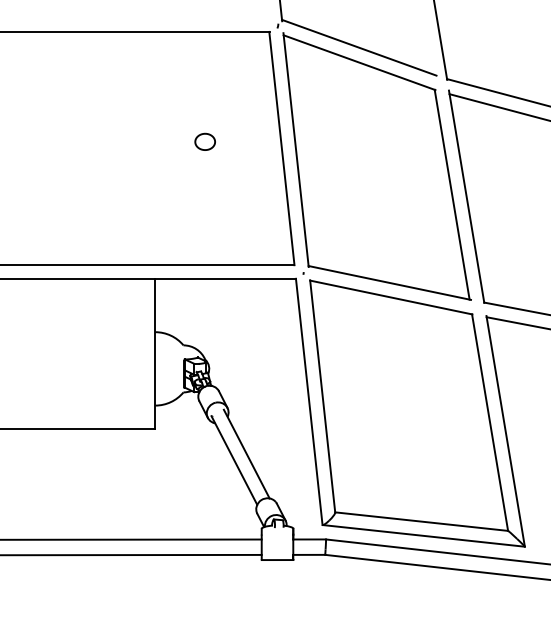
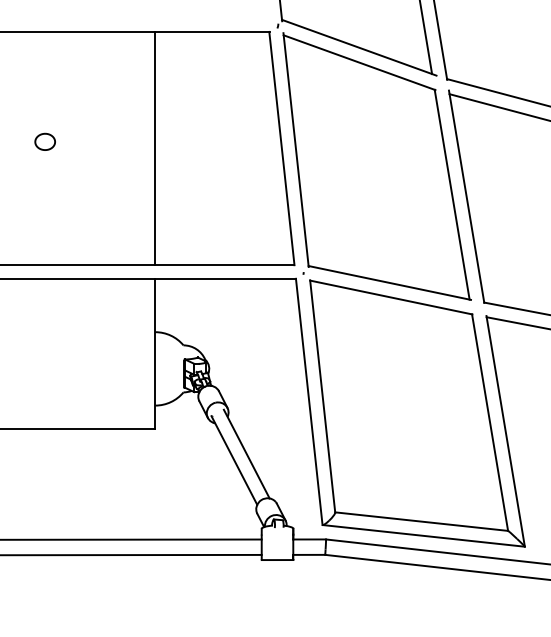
line at (426, 38): none -> present
part at (204, 141) position: (204, 141) -> (44, 141)
line at (155, 147): none -> present
